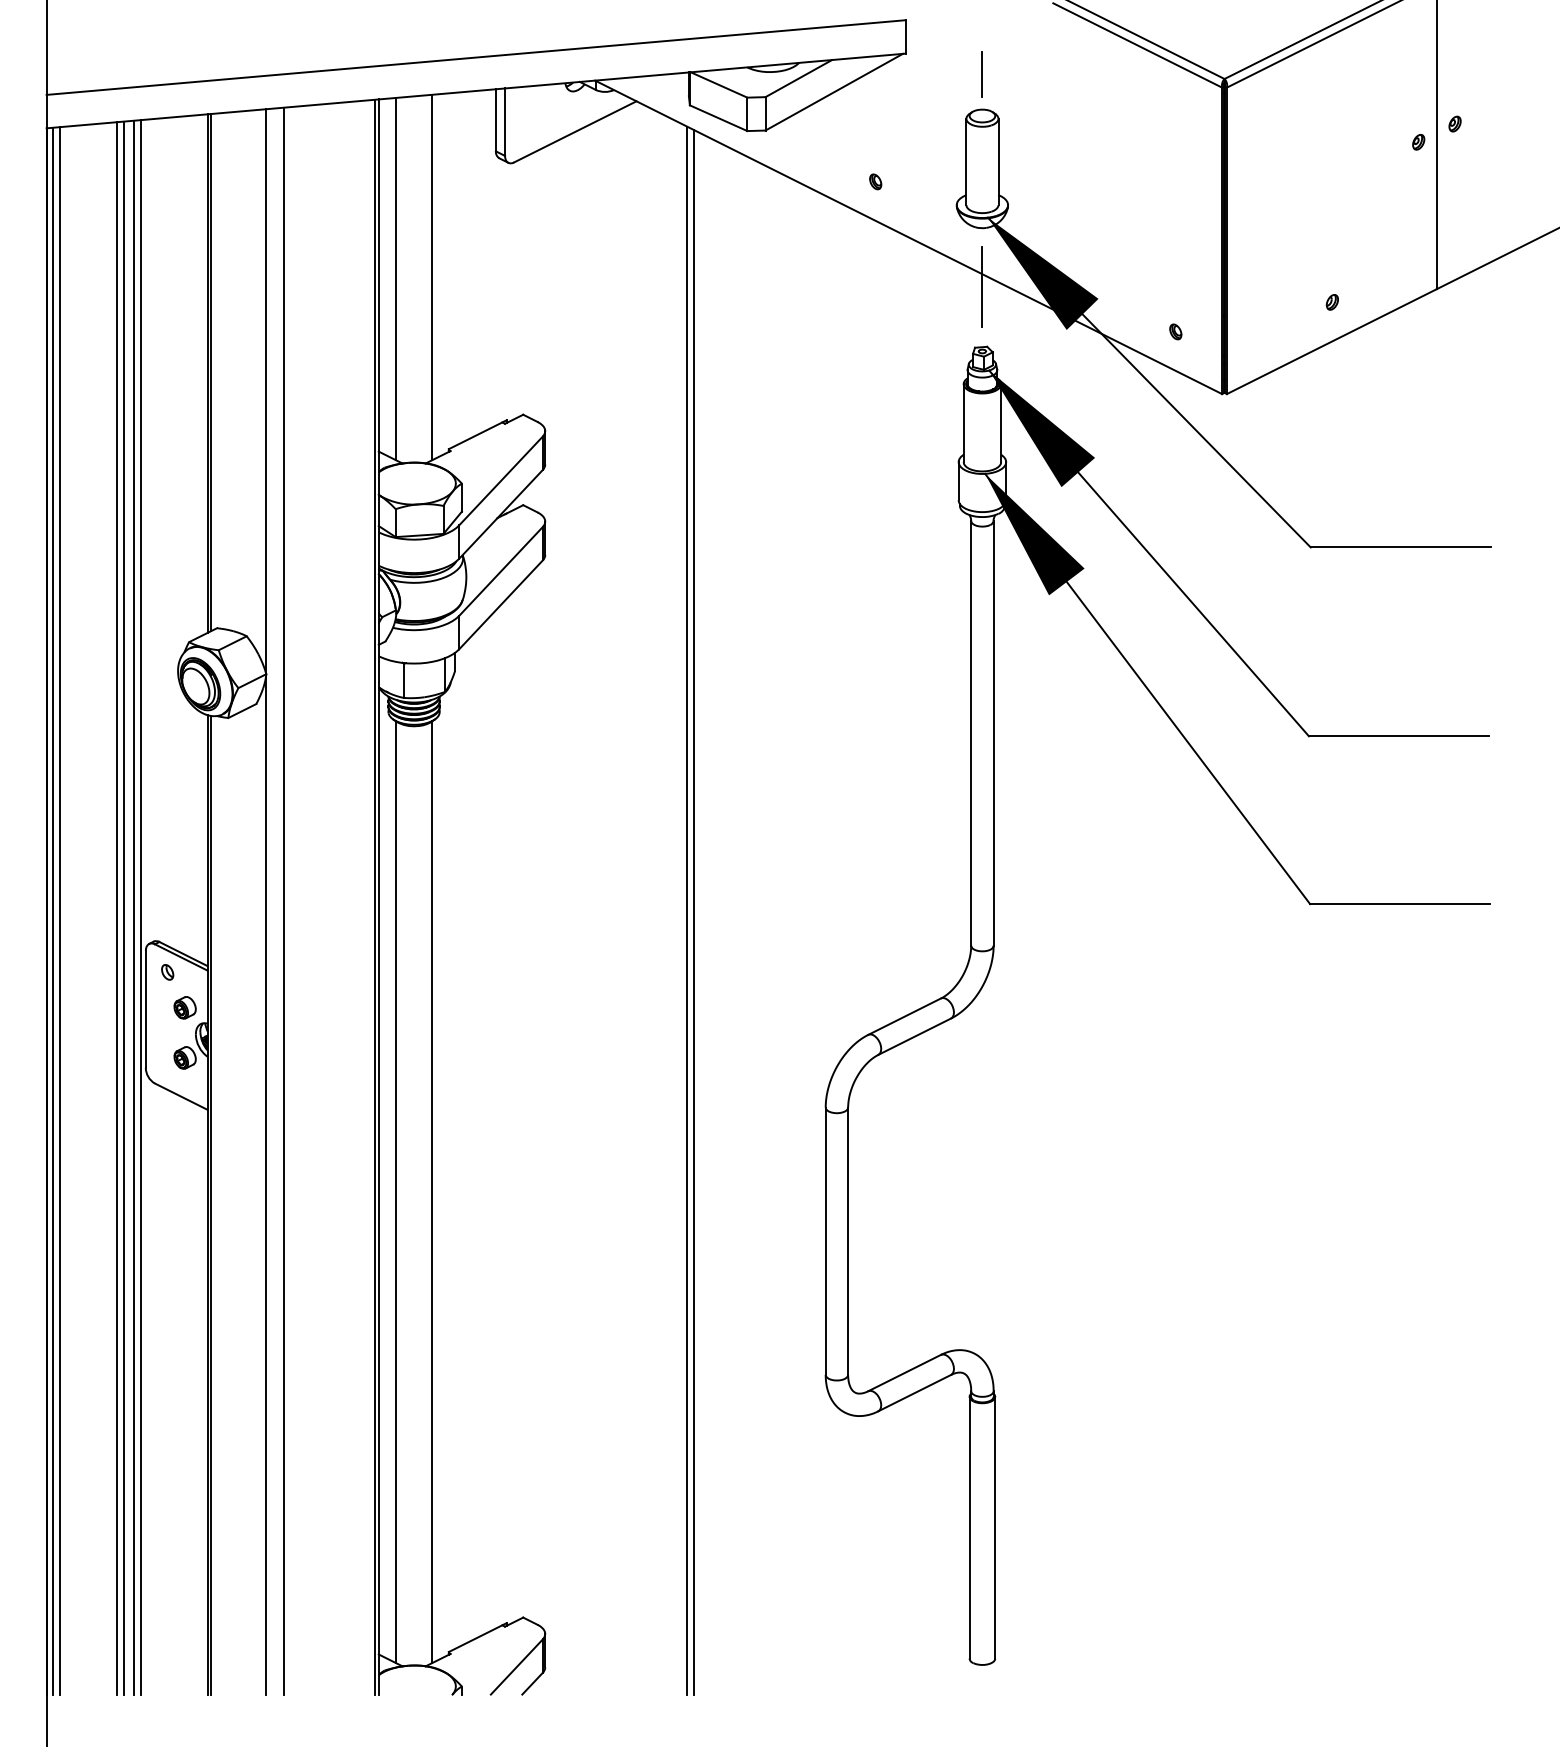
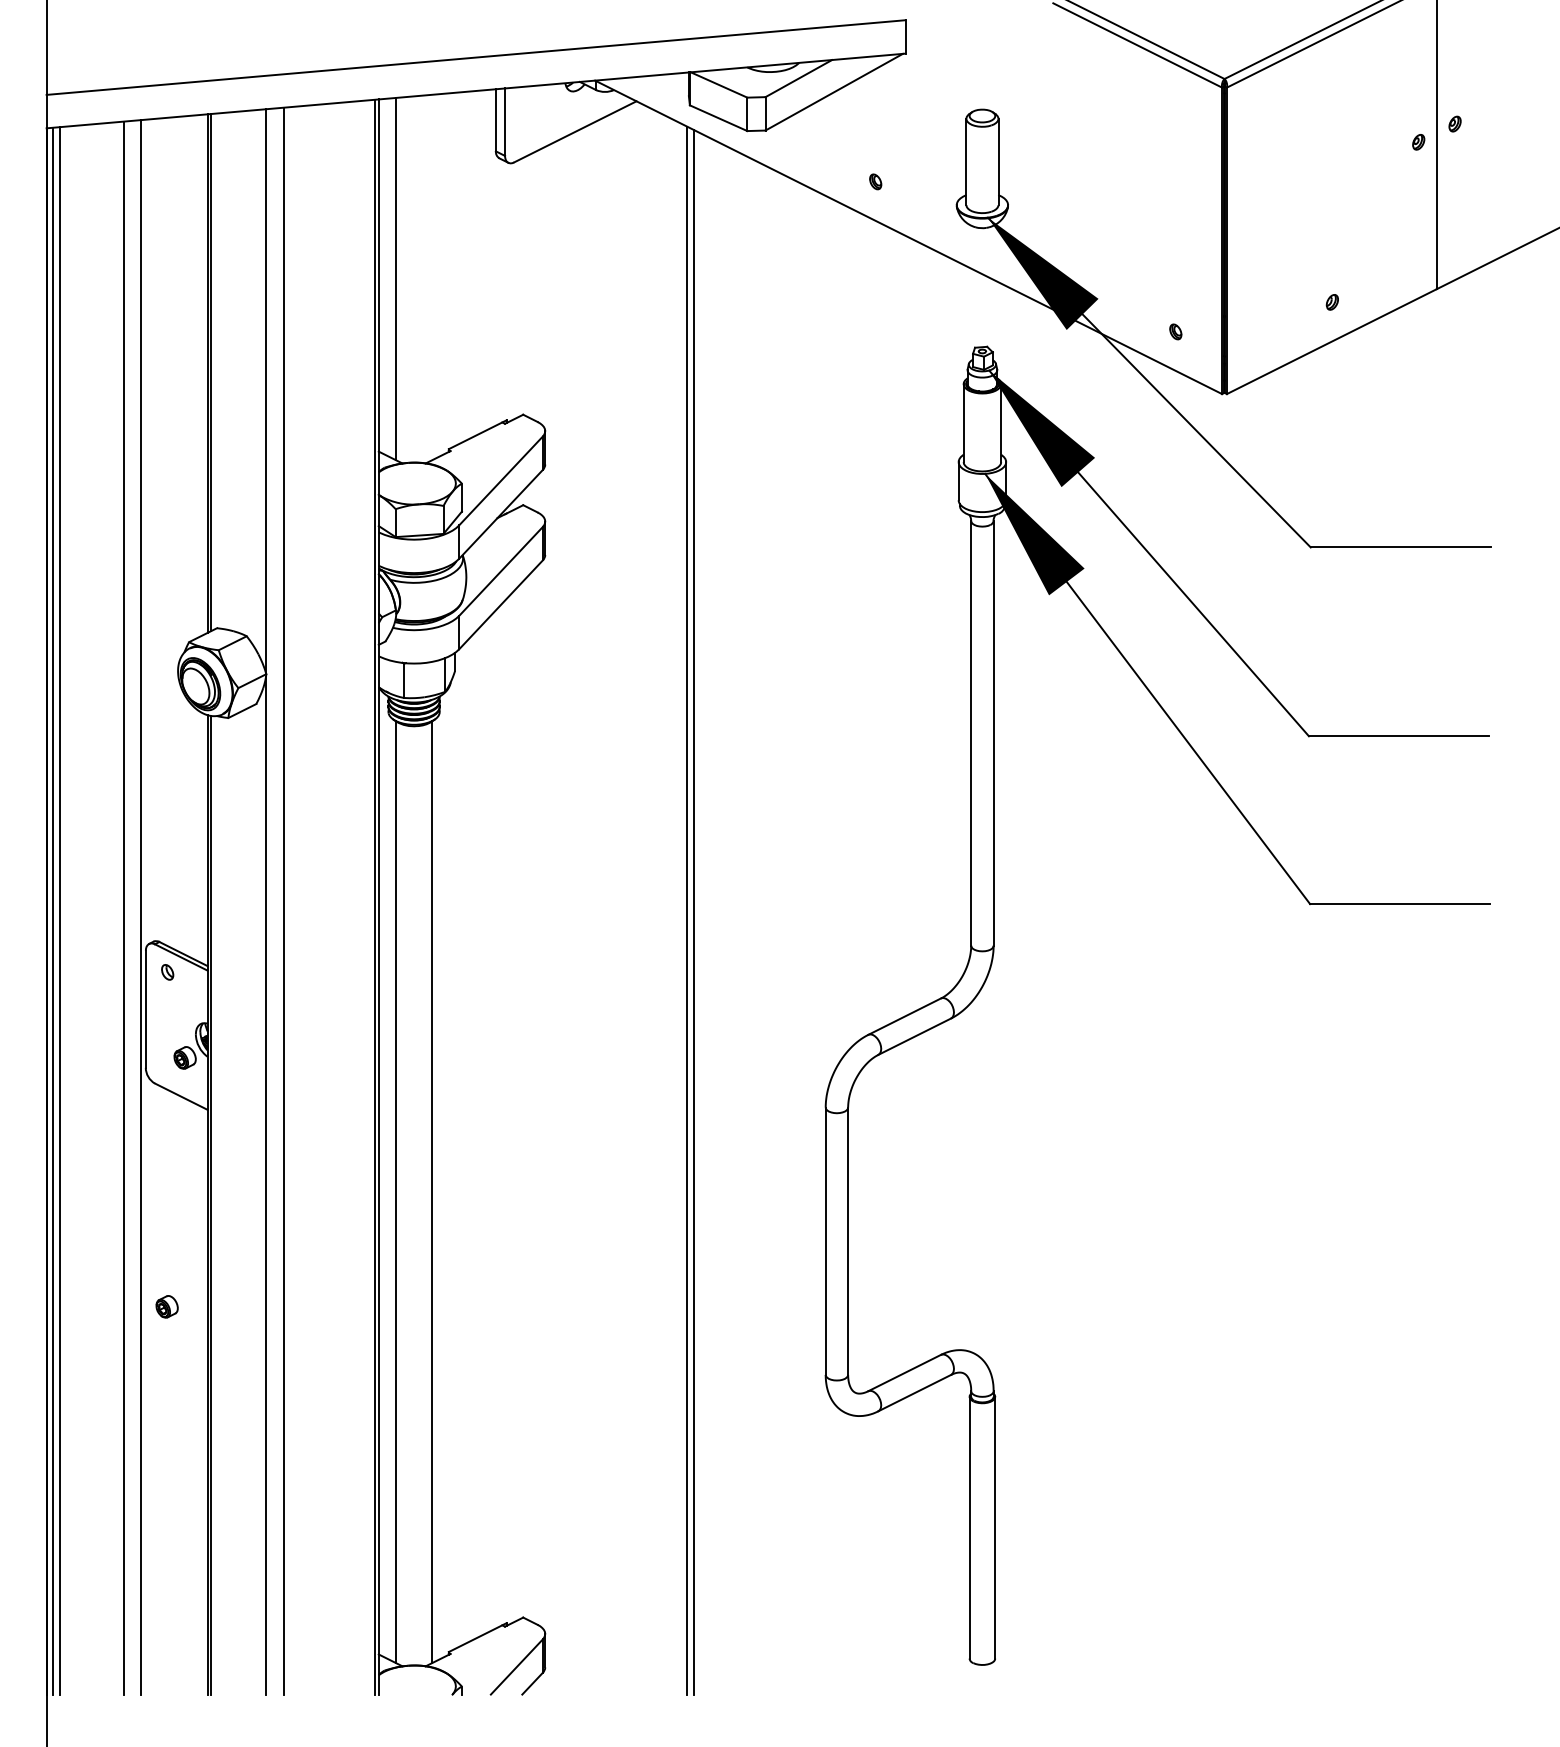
line at (981, 74): present -> none
line at (432, 277): present -> none
line at (981, 286): present -> none
line at (133, 907): present -> none
line at (117, 908): present -> none
part at (184, 1007) position: (184, 1007) -> (166, 1306)
